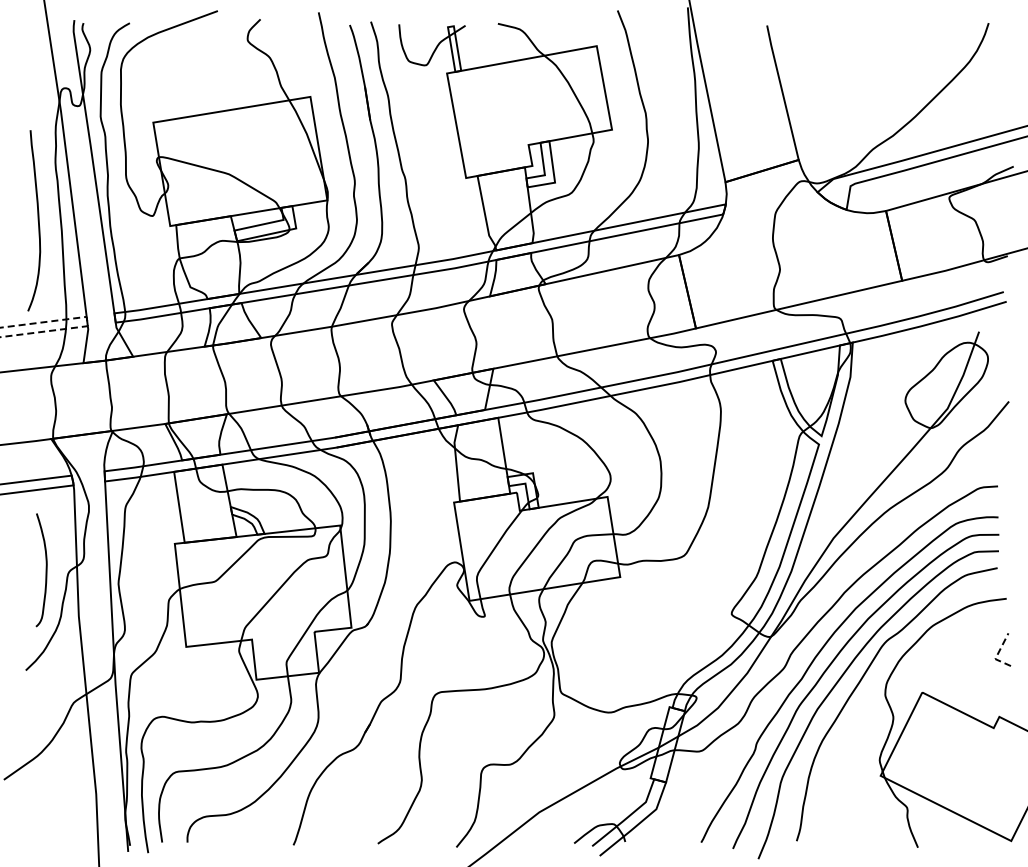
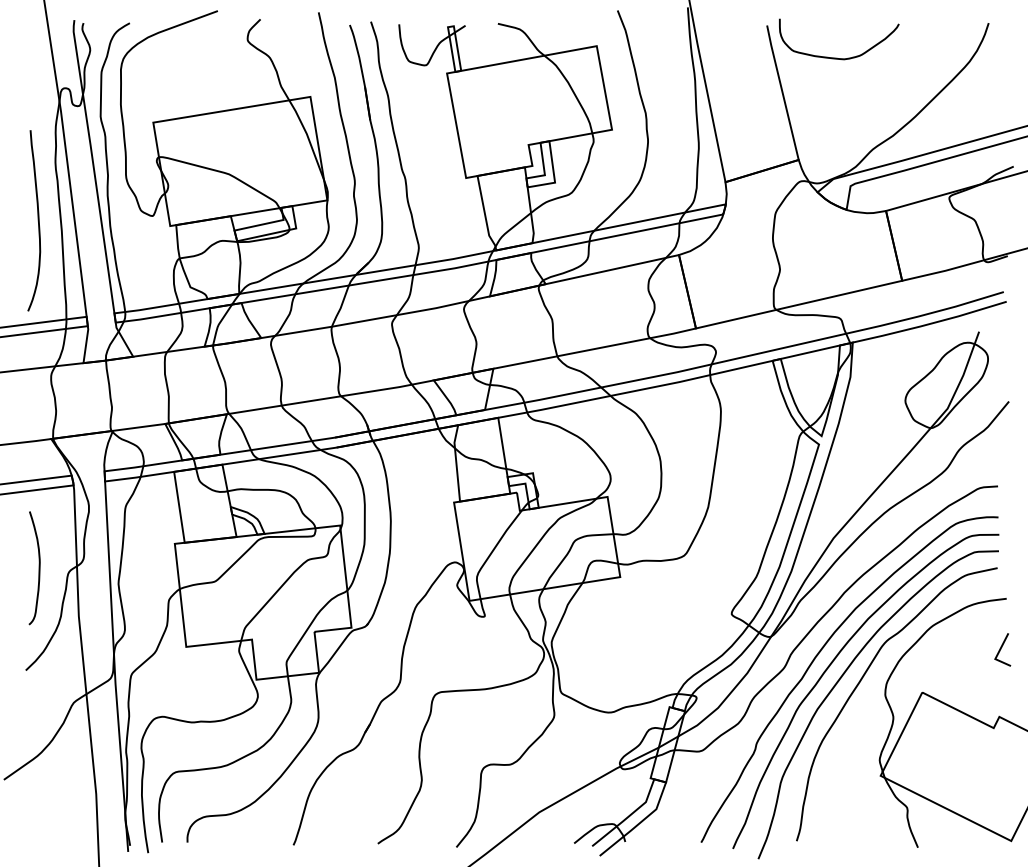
curve at (837, 57): none -> present
line at (87, 322): dashed -> solid
curve at (45, 570) position: (45, 570) -> (38, 568)
line at (997, 654): dashed -> solid
